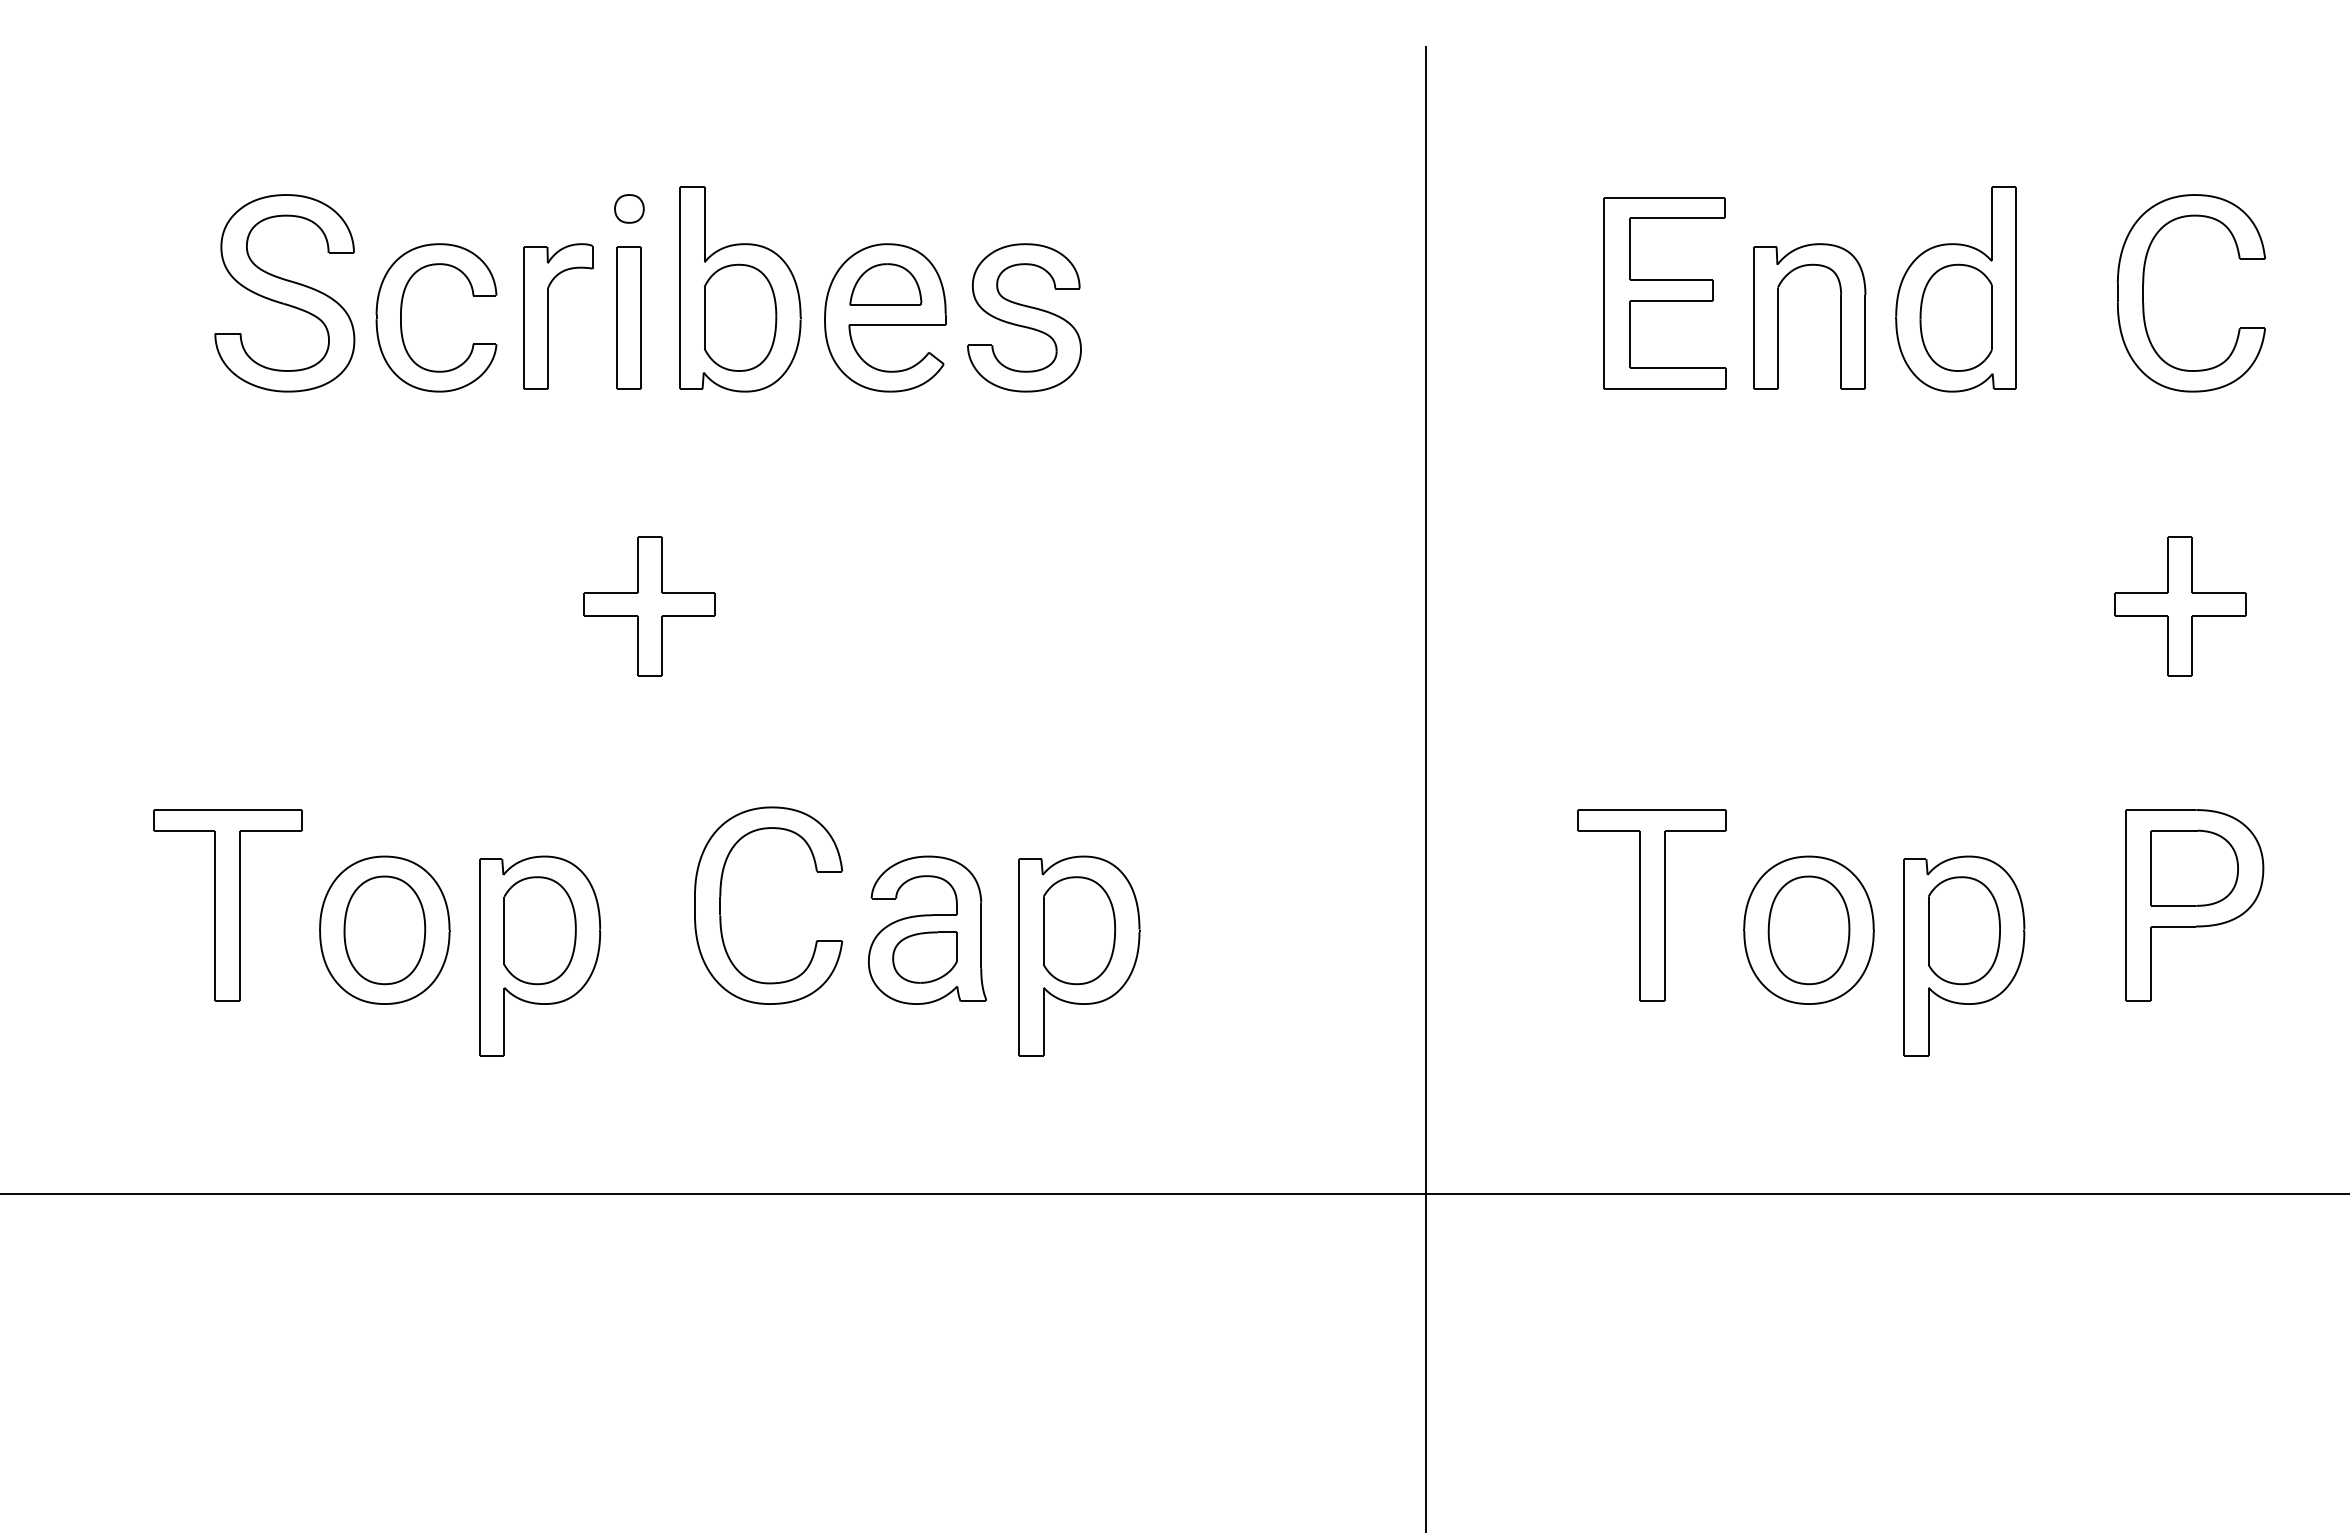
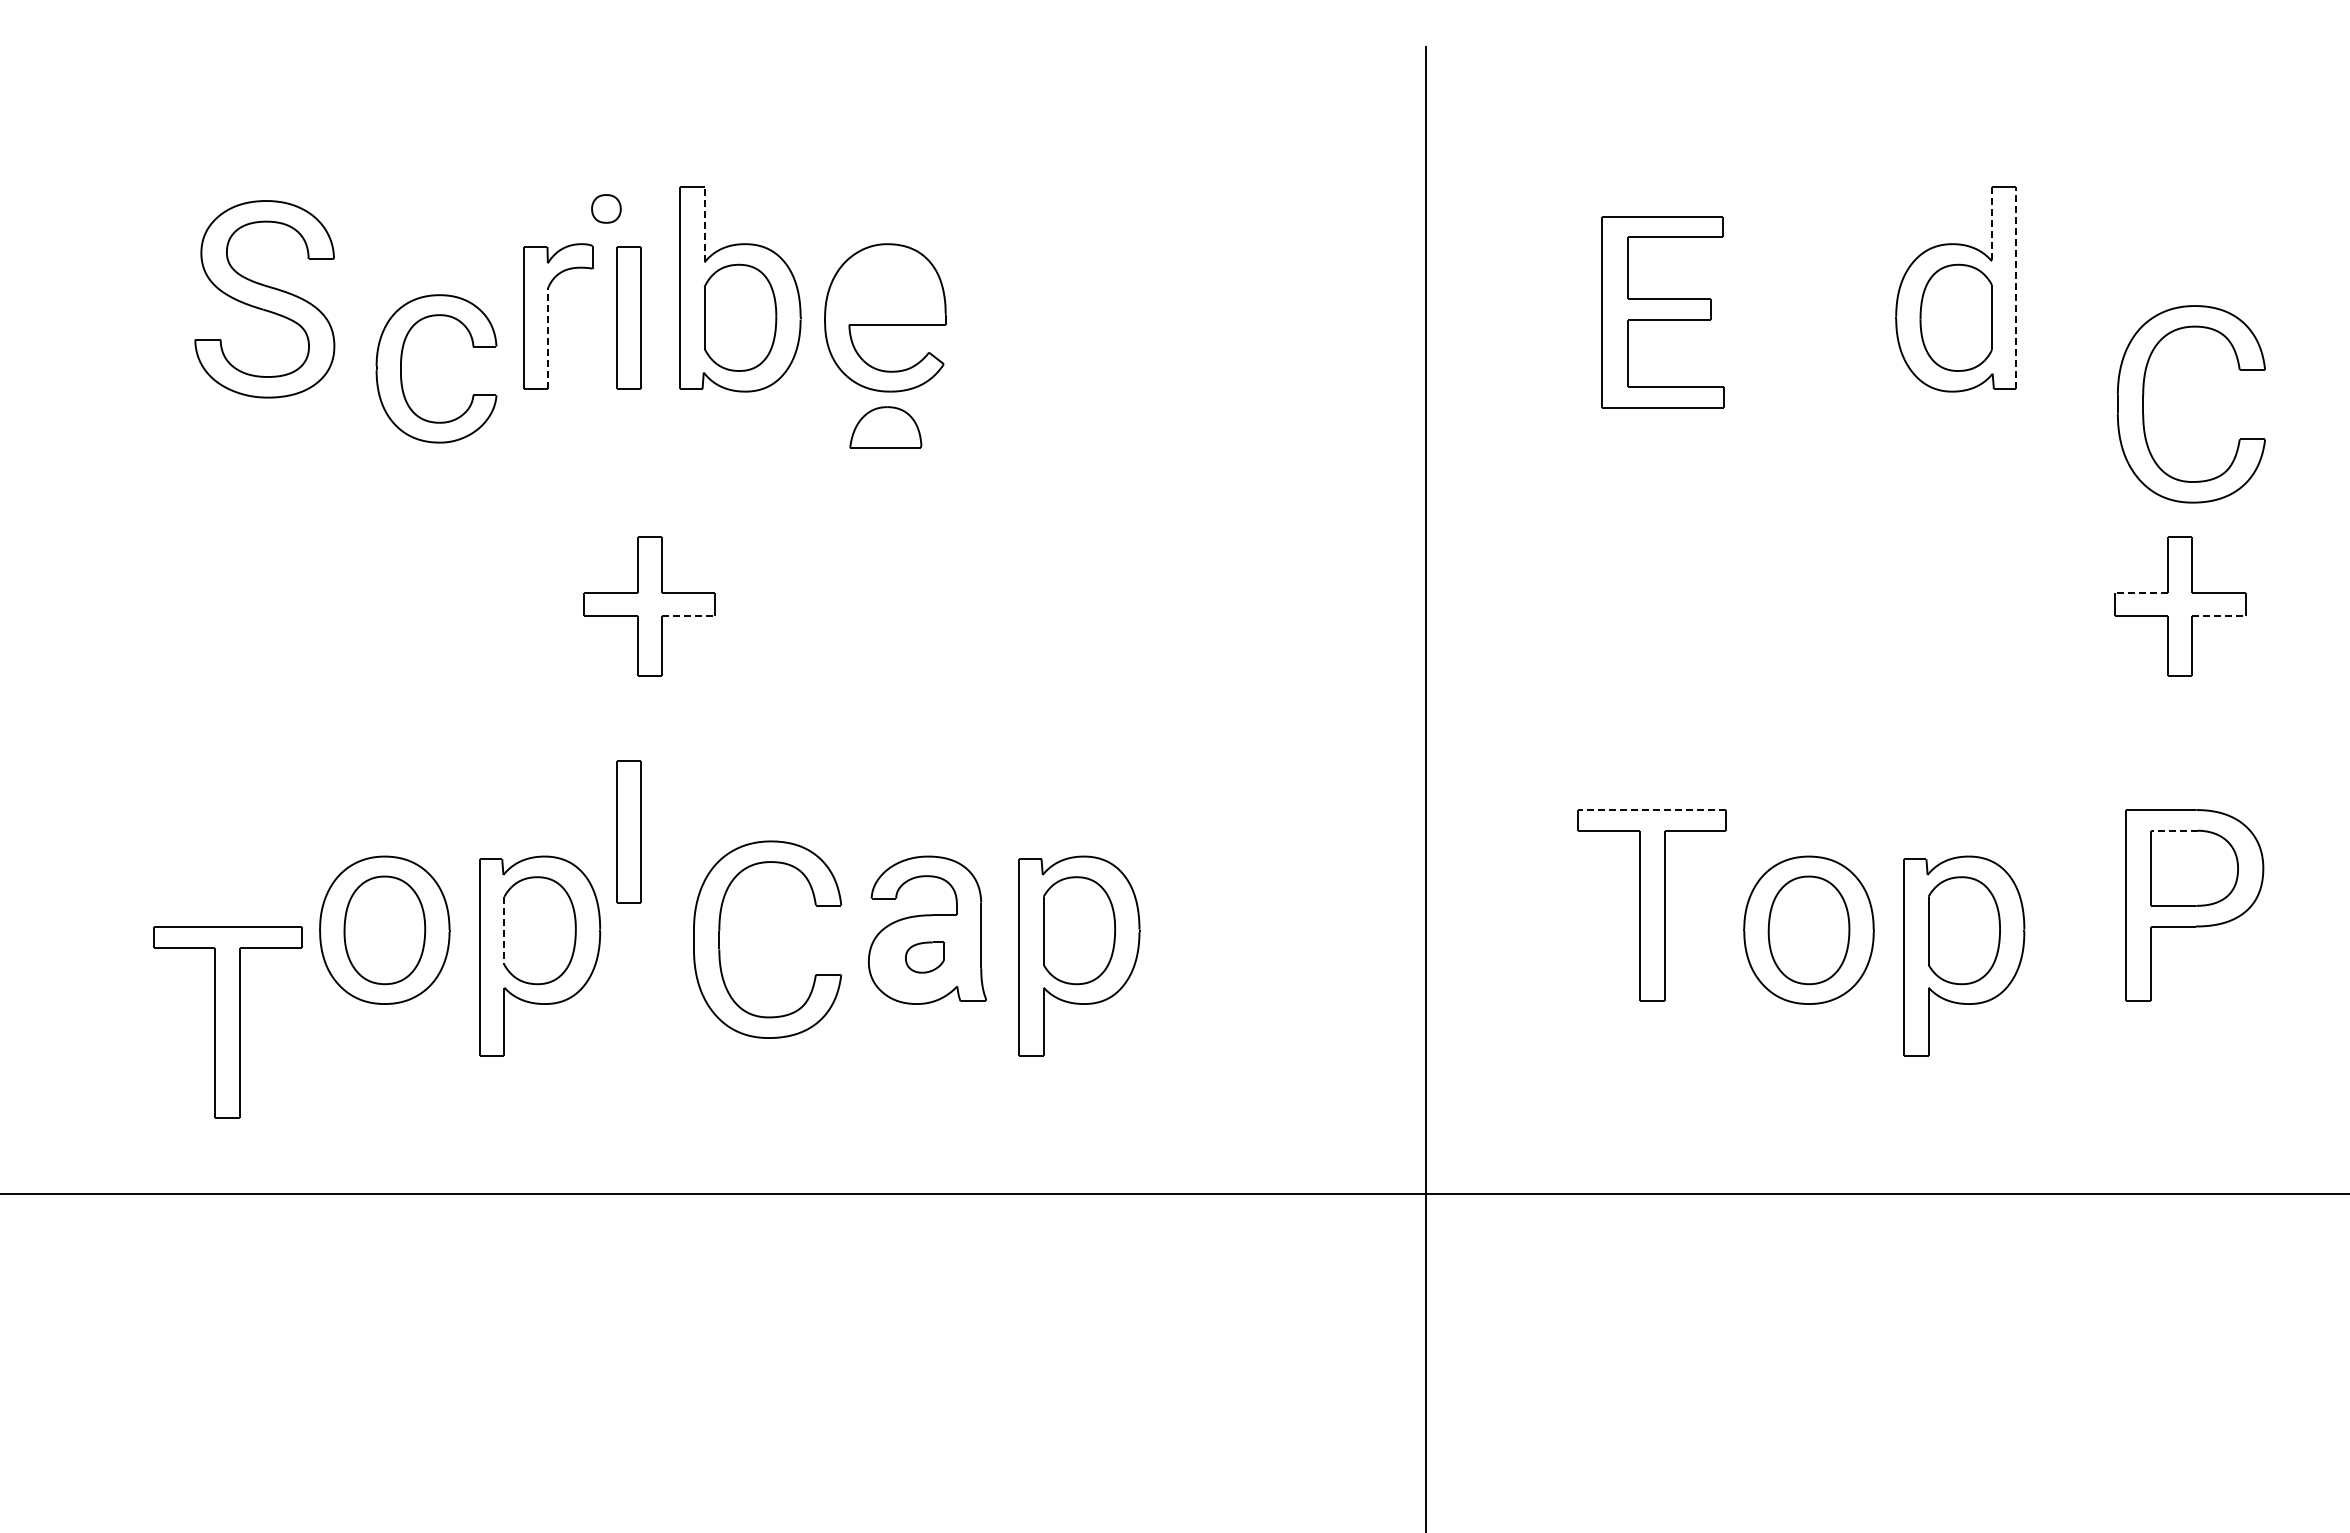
part at (629, 208) position: (629, 208) -> (606, 208)
line at (704, 224): solid -> dashed
line at (1991, 224): solid -> dashed
part at (885, 284) position: (885, 284) -> (885, 427)
line at (2016, 288): solid -> dashed
part at (284, 293) position: (284, 293) -> (264, 299)
part at (1664, 293) position: (1664, 293) -> (1662, 312)
part at (2143, 293) position: (2143, 293) -> (2143, 404)
part at (1778, 316): present -> none
part at (401, 317) position: (401, 317) -> (401, 368)
part at (1024, 317): present -> none
line at (548, 338): solid -> dashed
line at (2141, 592): solid -> dashed
line at (688, 615): solid -> dashed
line at (2219, 615): solid -> dashed
line at (1651, 810): solid -> dashed
line at (2173, 830): solid -> dashed
part at (628, 831): none -> present
part at (721, 896) position: (721, 896) -> (720, 930)
part at (227, 905) position: (227, 905) -> (227, 1022)
line at (504, 930): solid -> dashed
part at (924, 957) size: 66x53 px -> 40x33 px
